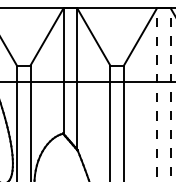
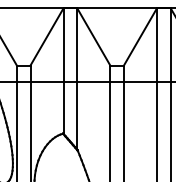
line at (157, 94): dashed -> solid
line at (170, 95): dashed -> solid
